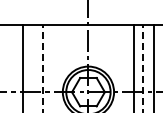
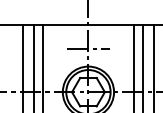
line at (88, 48): none -> present
line at (33, 66): none -> present
line at (42, 68): dashed -> solid
line at (143, 68): dashed -> solid
